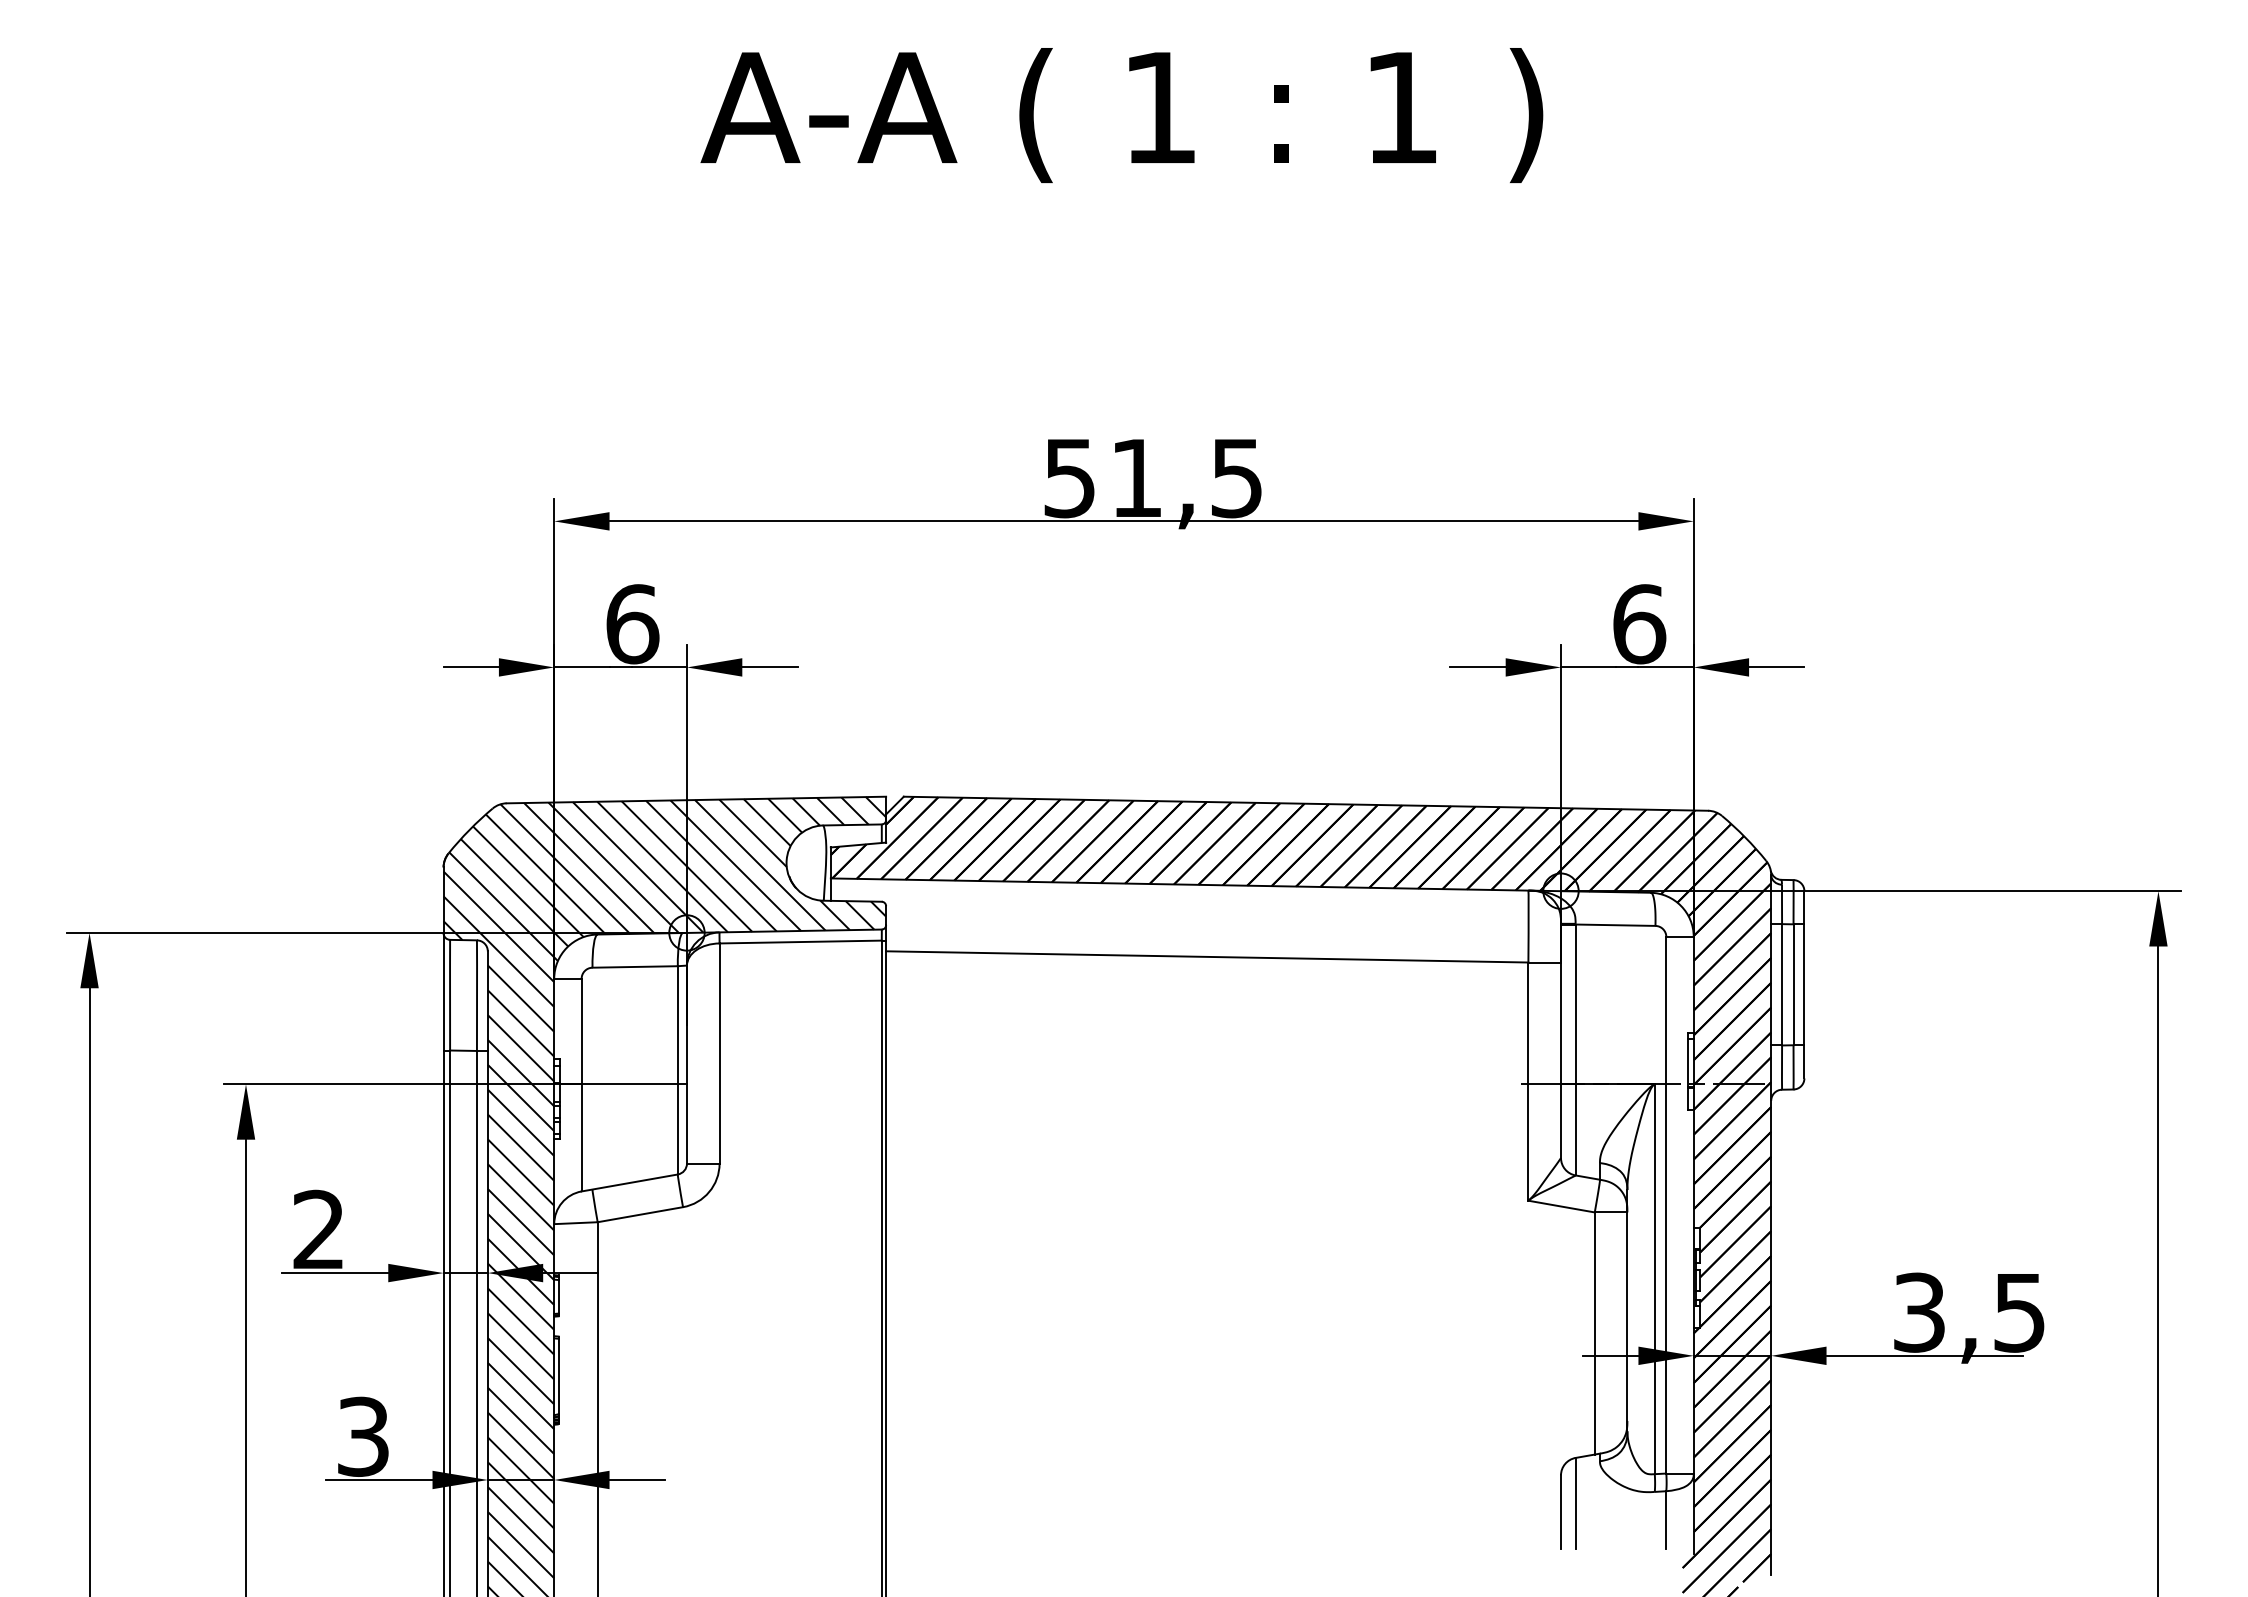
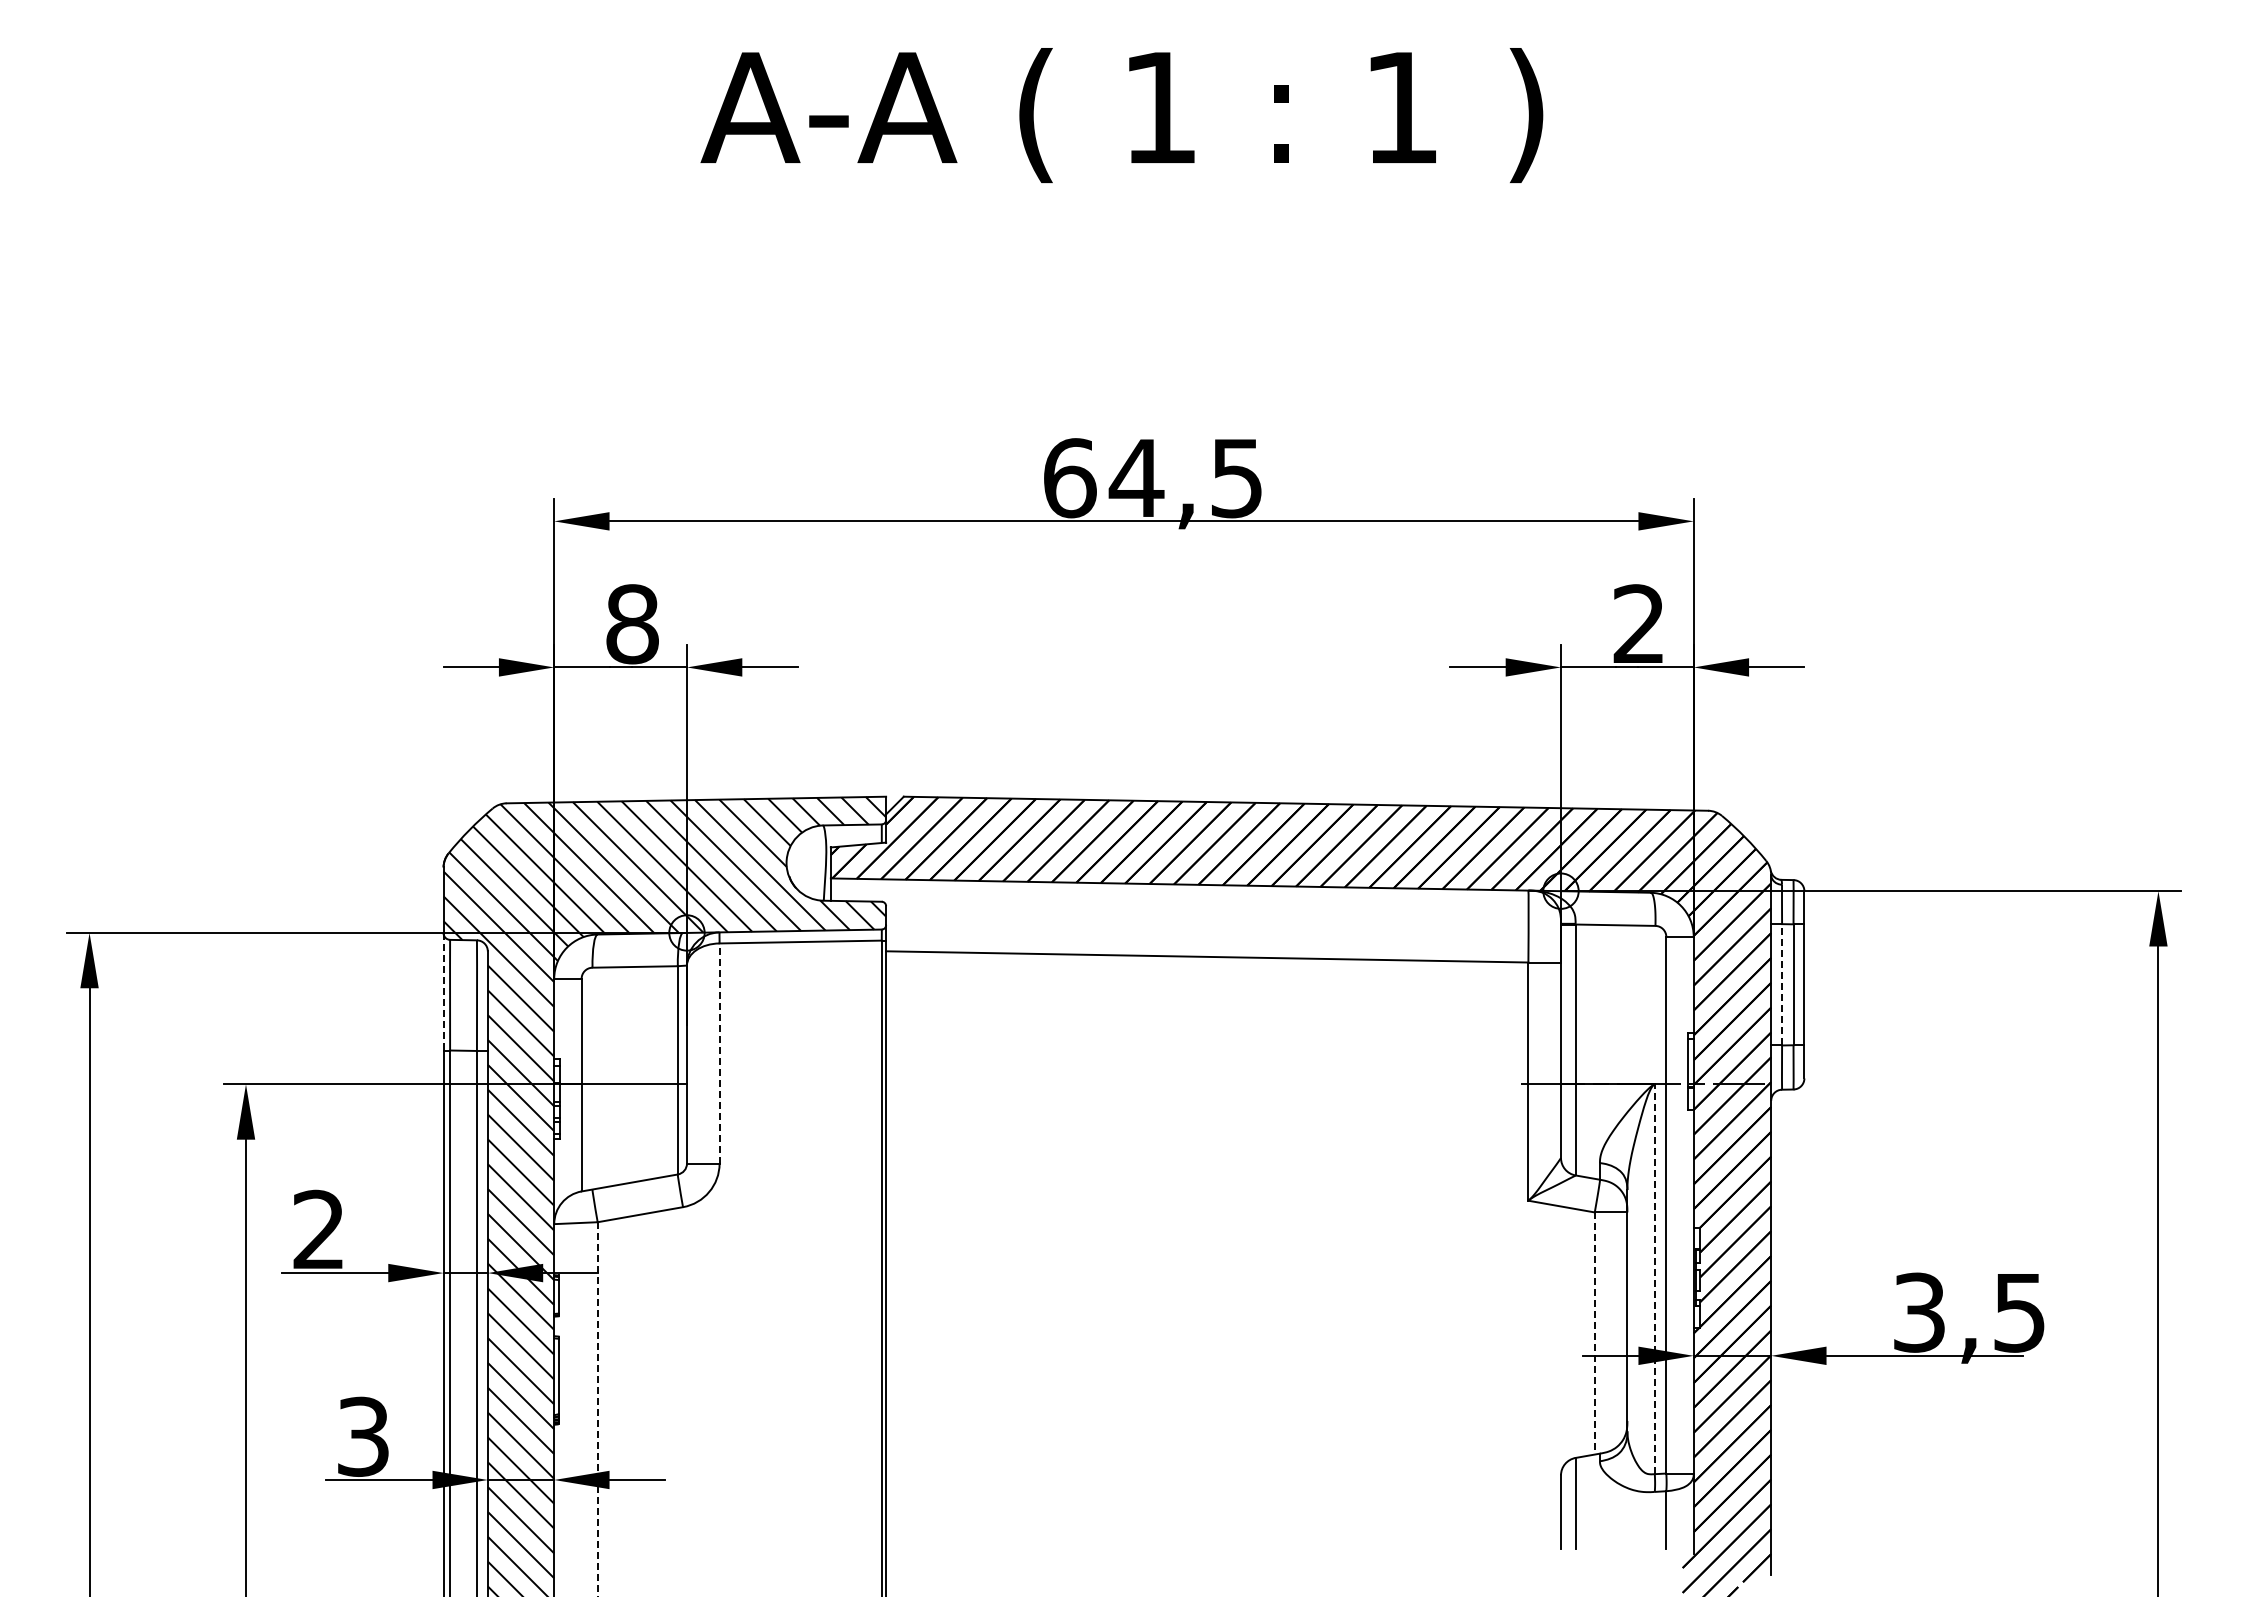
text at (1104, 478): 51,5 -> 64,5
text at (632, 624): 6 -> 8
text at (1639, 624): 6 -> 2
line at (1782, 984): solid -> dashed
line at (443, 991): solid -> dashed
line at (719, 1053): solid -> dashed
line at (1654, 1279): solid -> dashed
line at (1594, 1334): solid -> dashed
line at (597, 1409): solid -> dashed
